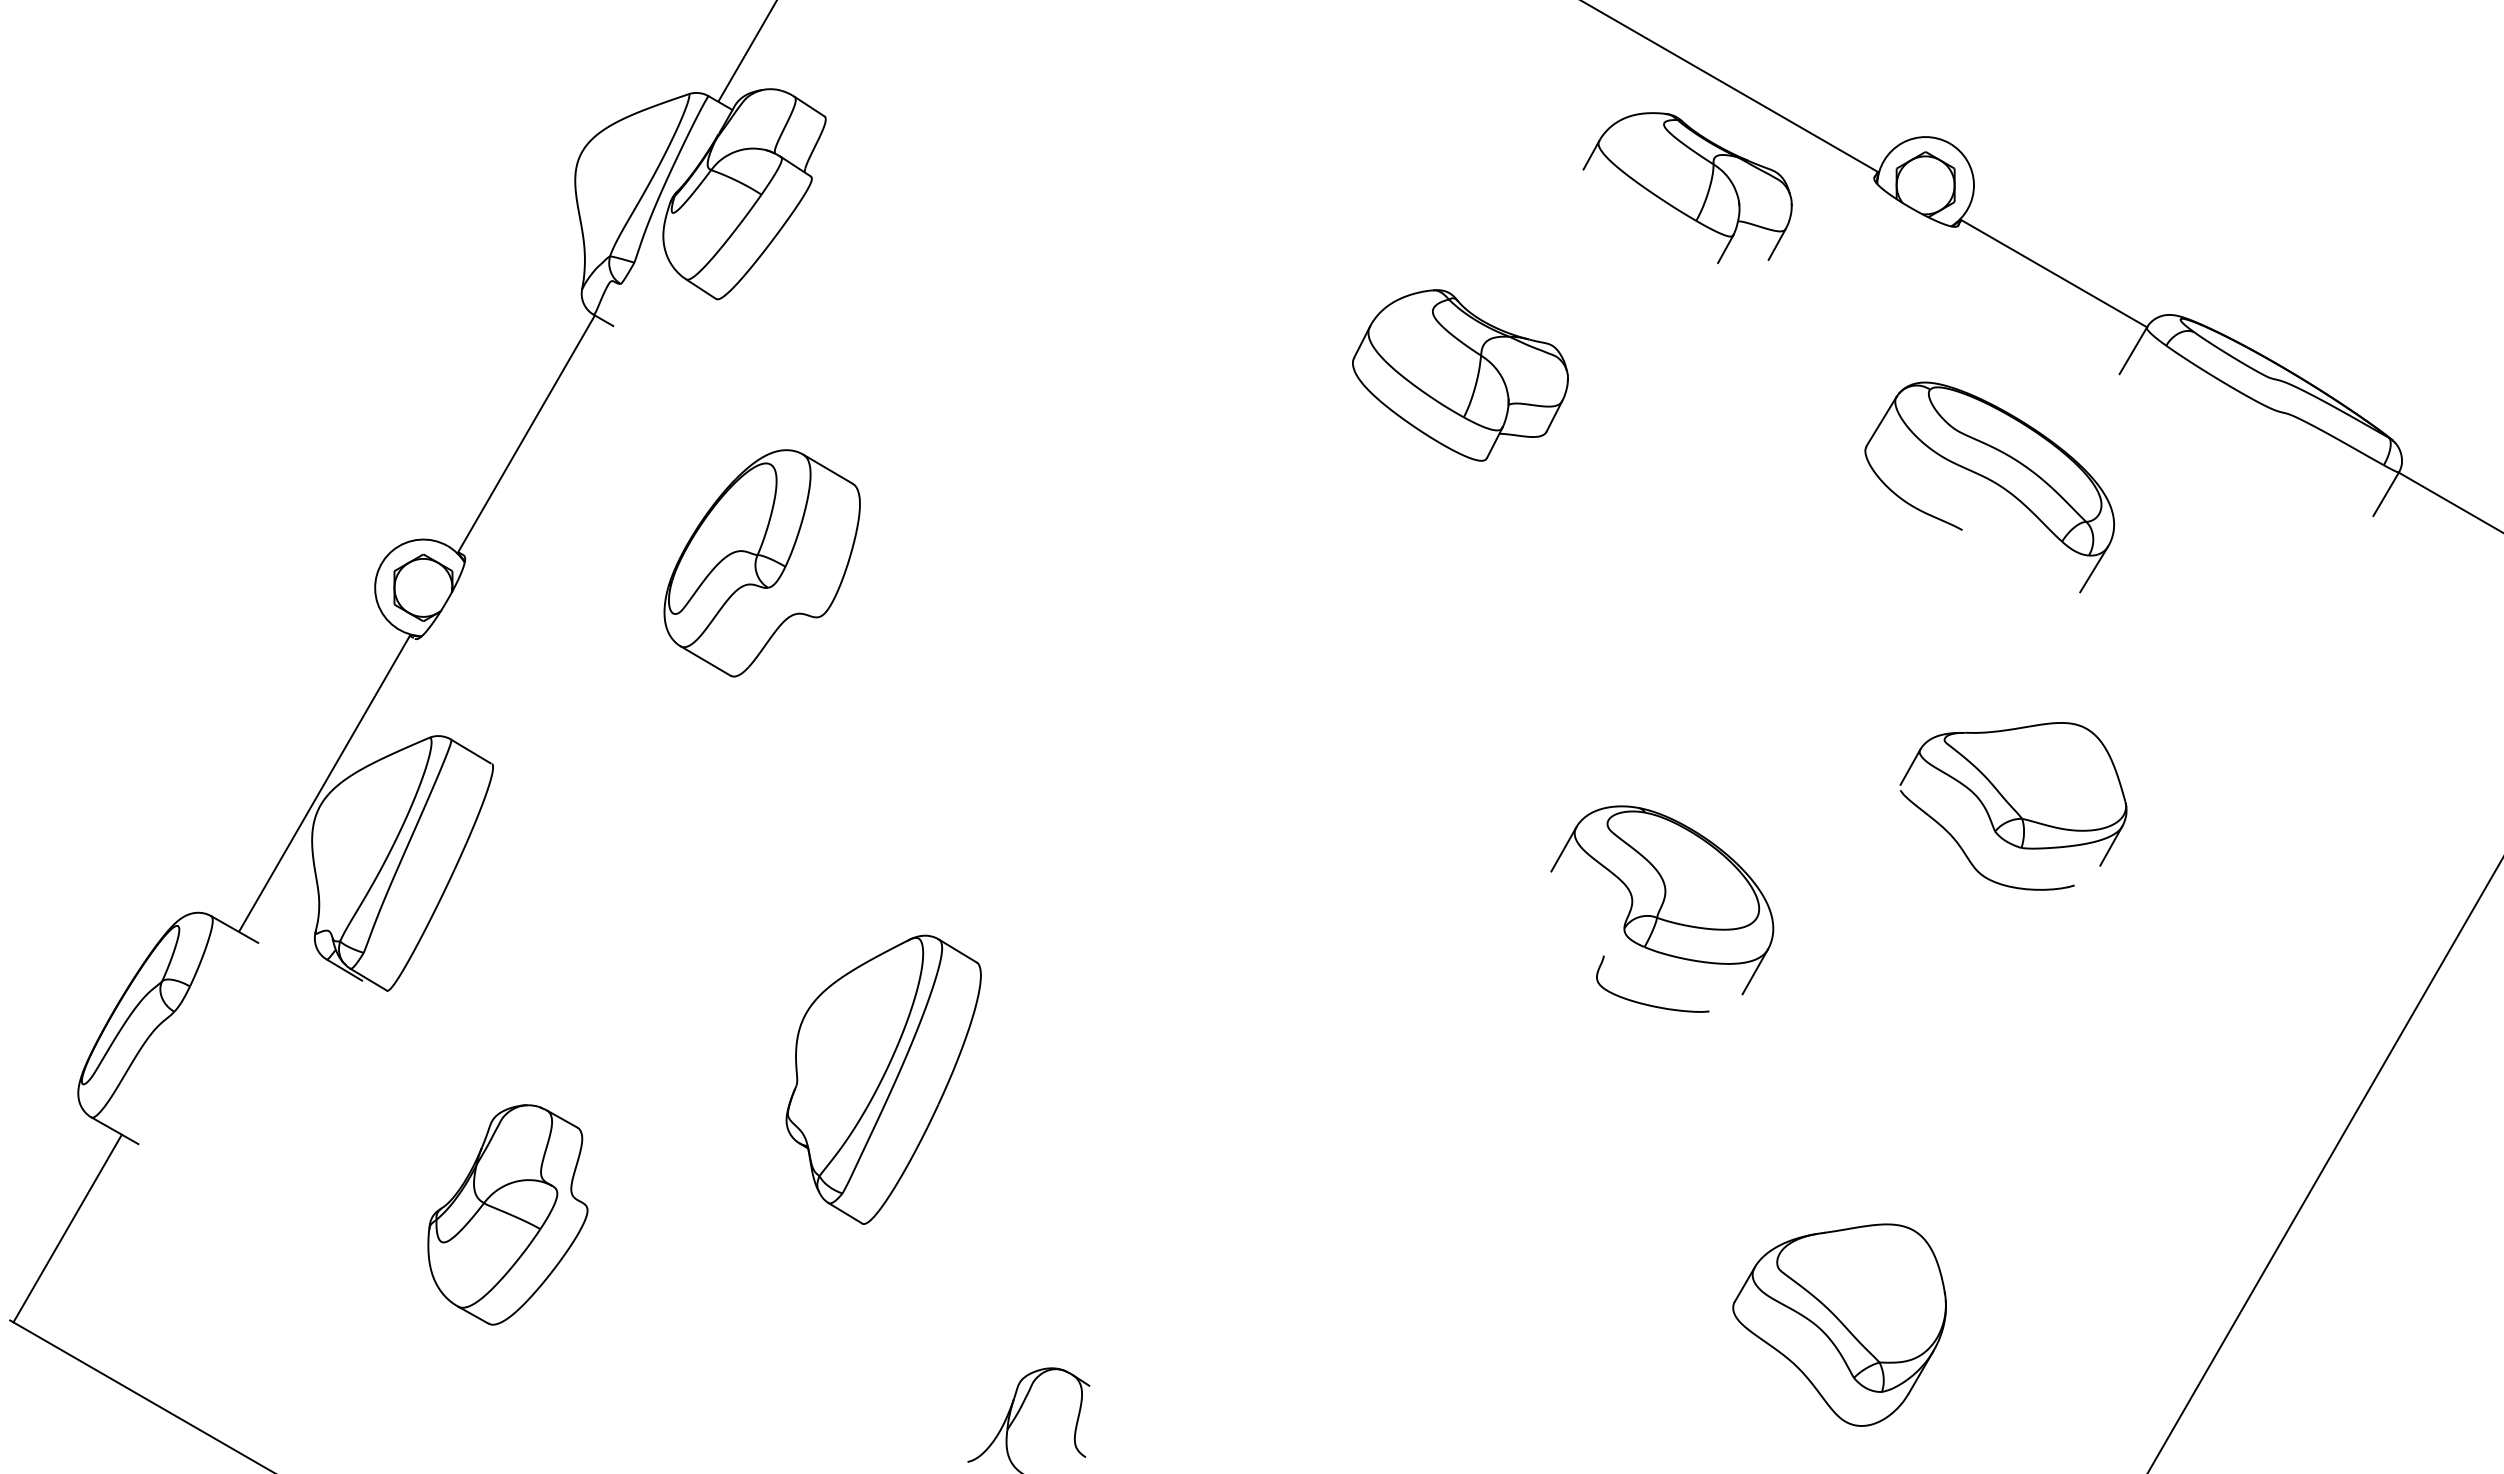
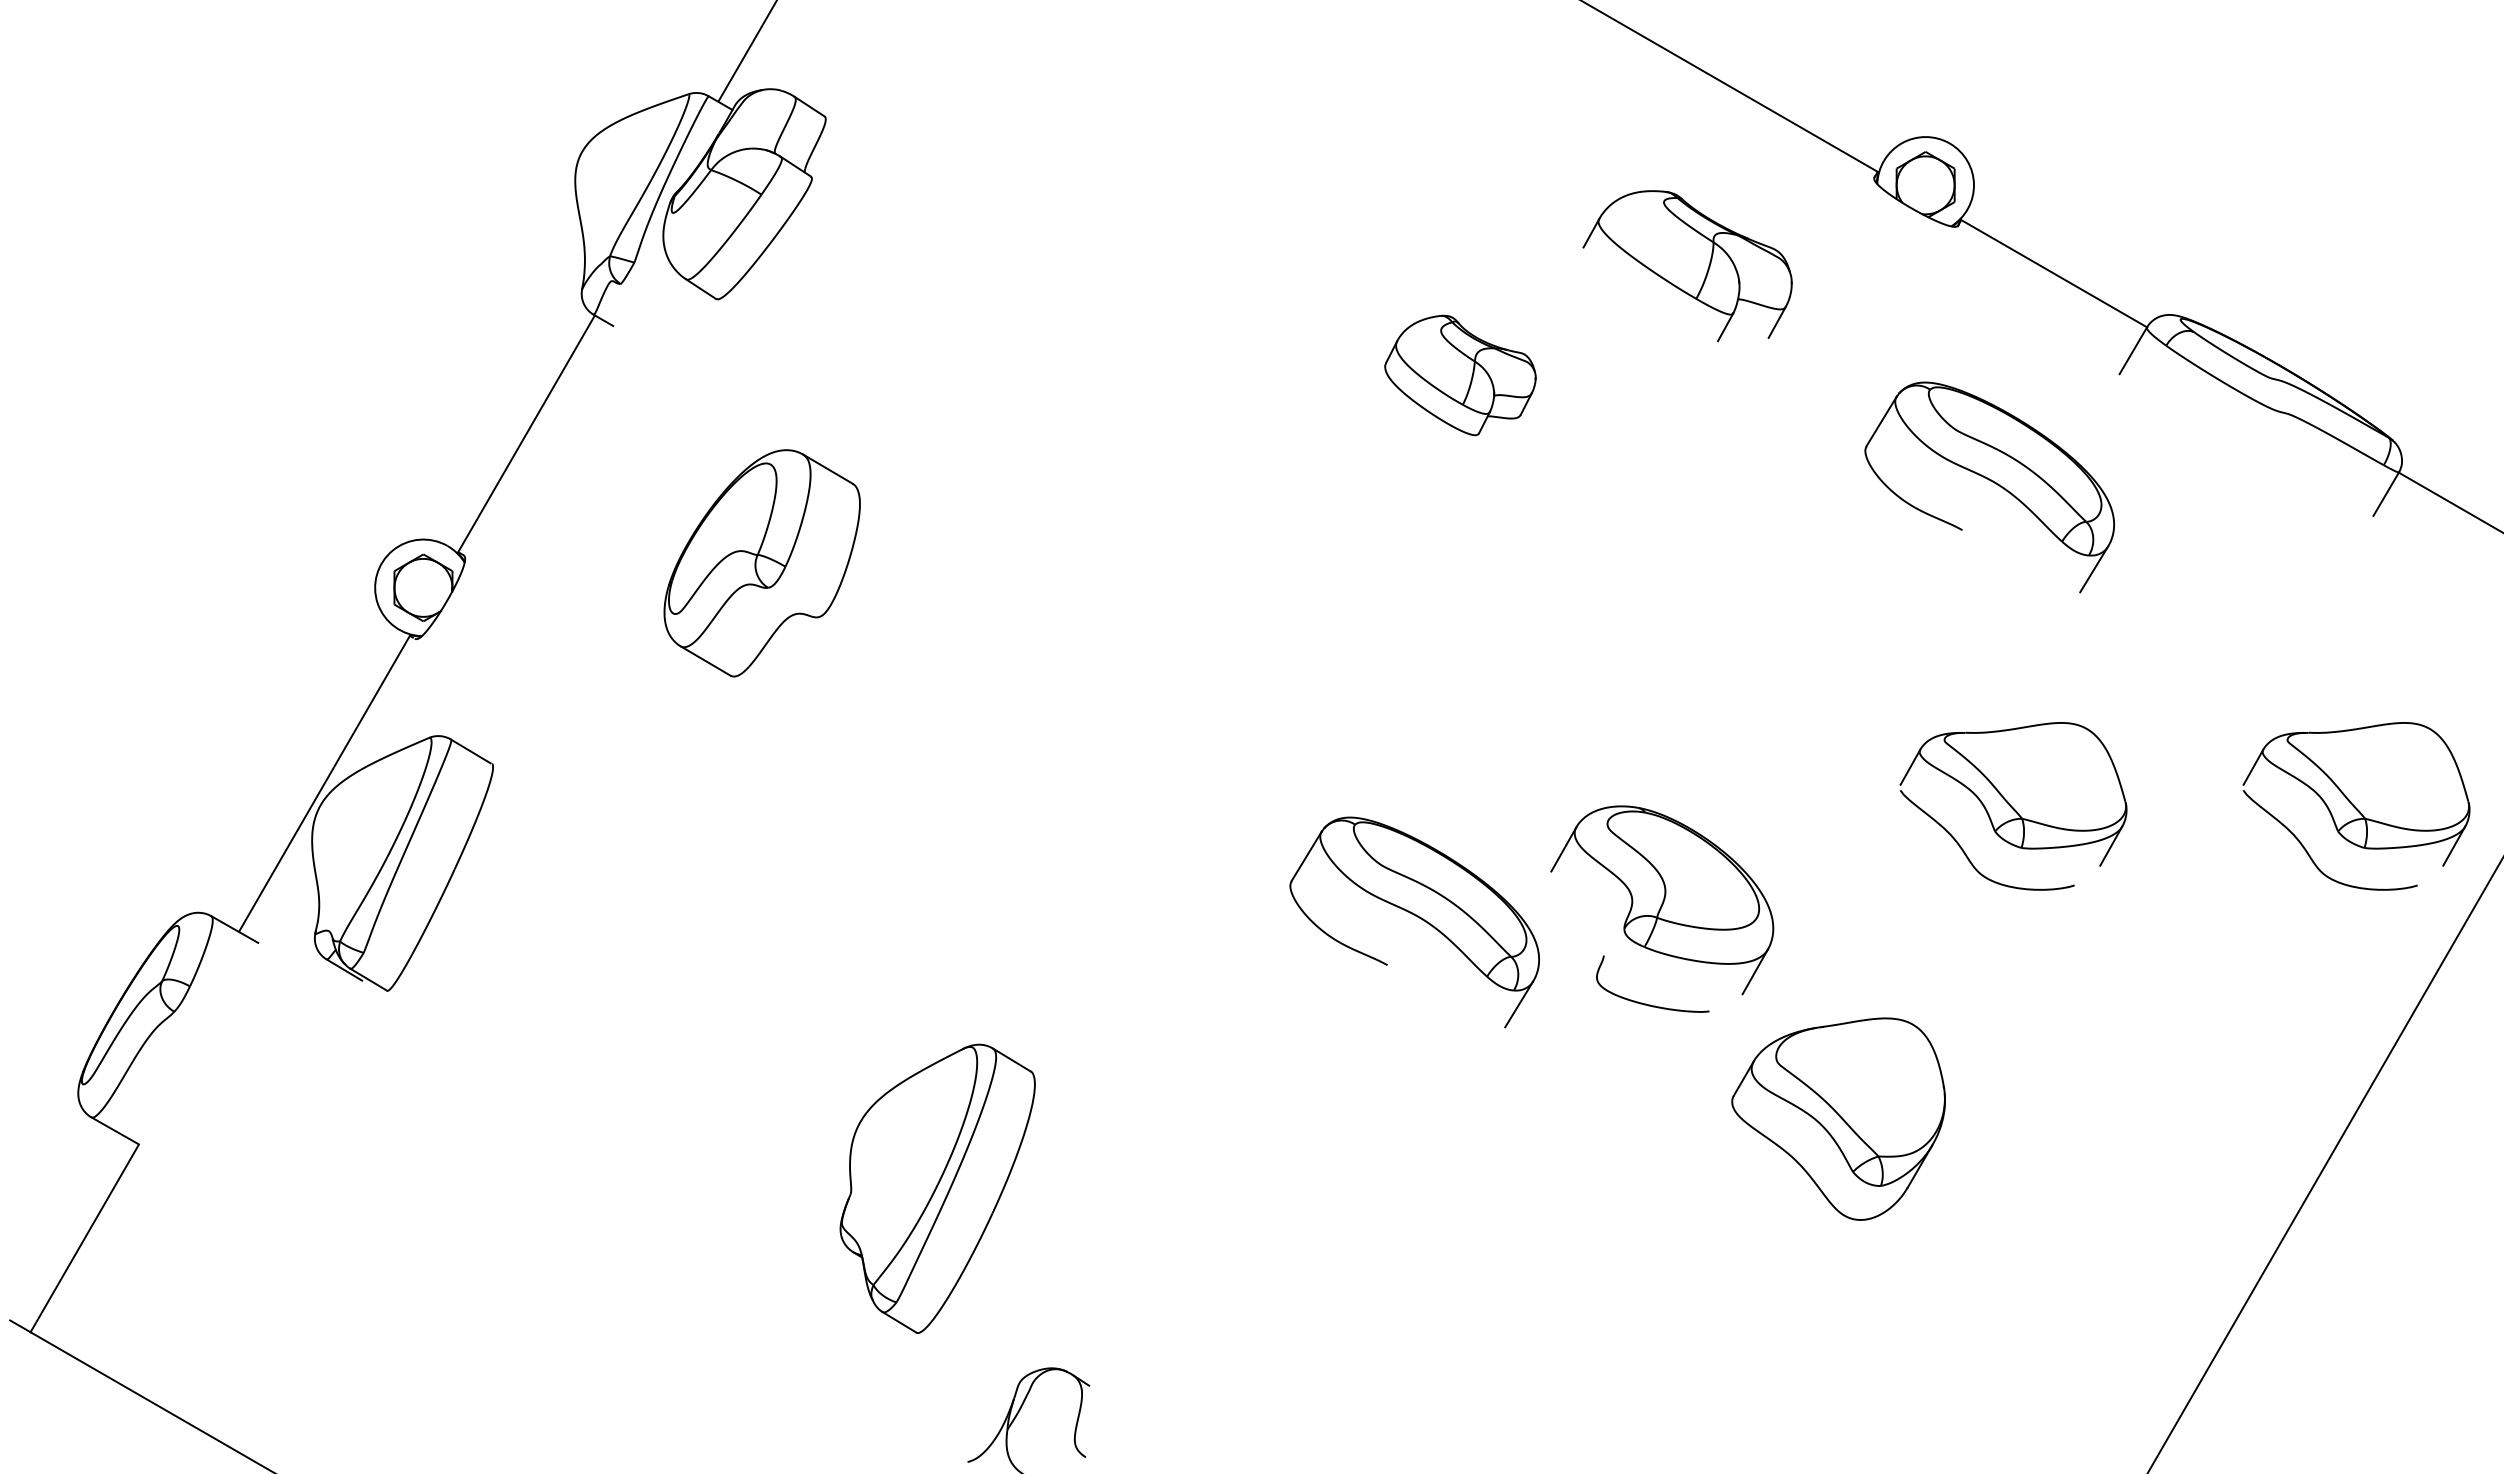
part at (1687, 188) position: (1687, 188) -> (1687, 266)
part at (1460, 375) size: 217x173 px -> 153x123 px
part at (2356, 806): none -> present
part at (1414, 922): none -> present
part at (883, 1079) position: (883, 1079) -> (937, 1188)
part at (507, 1214): present -> none
line at (67, 1228) position: (67, 1228) -> (84, 1238)
part at (1839, 1324) position: (1839, 1324) -> (1838, 1118)
